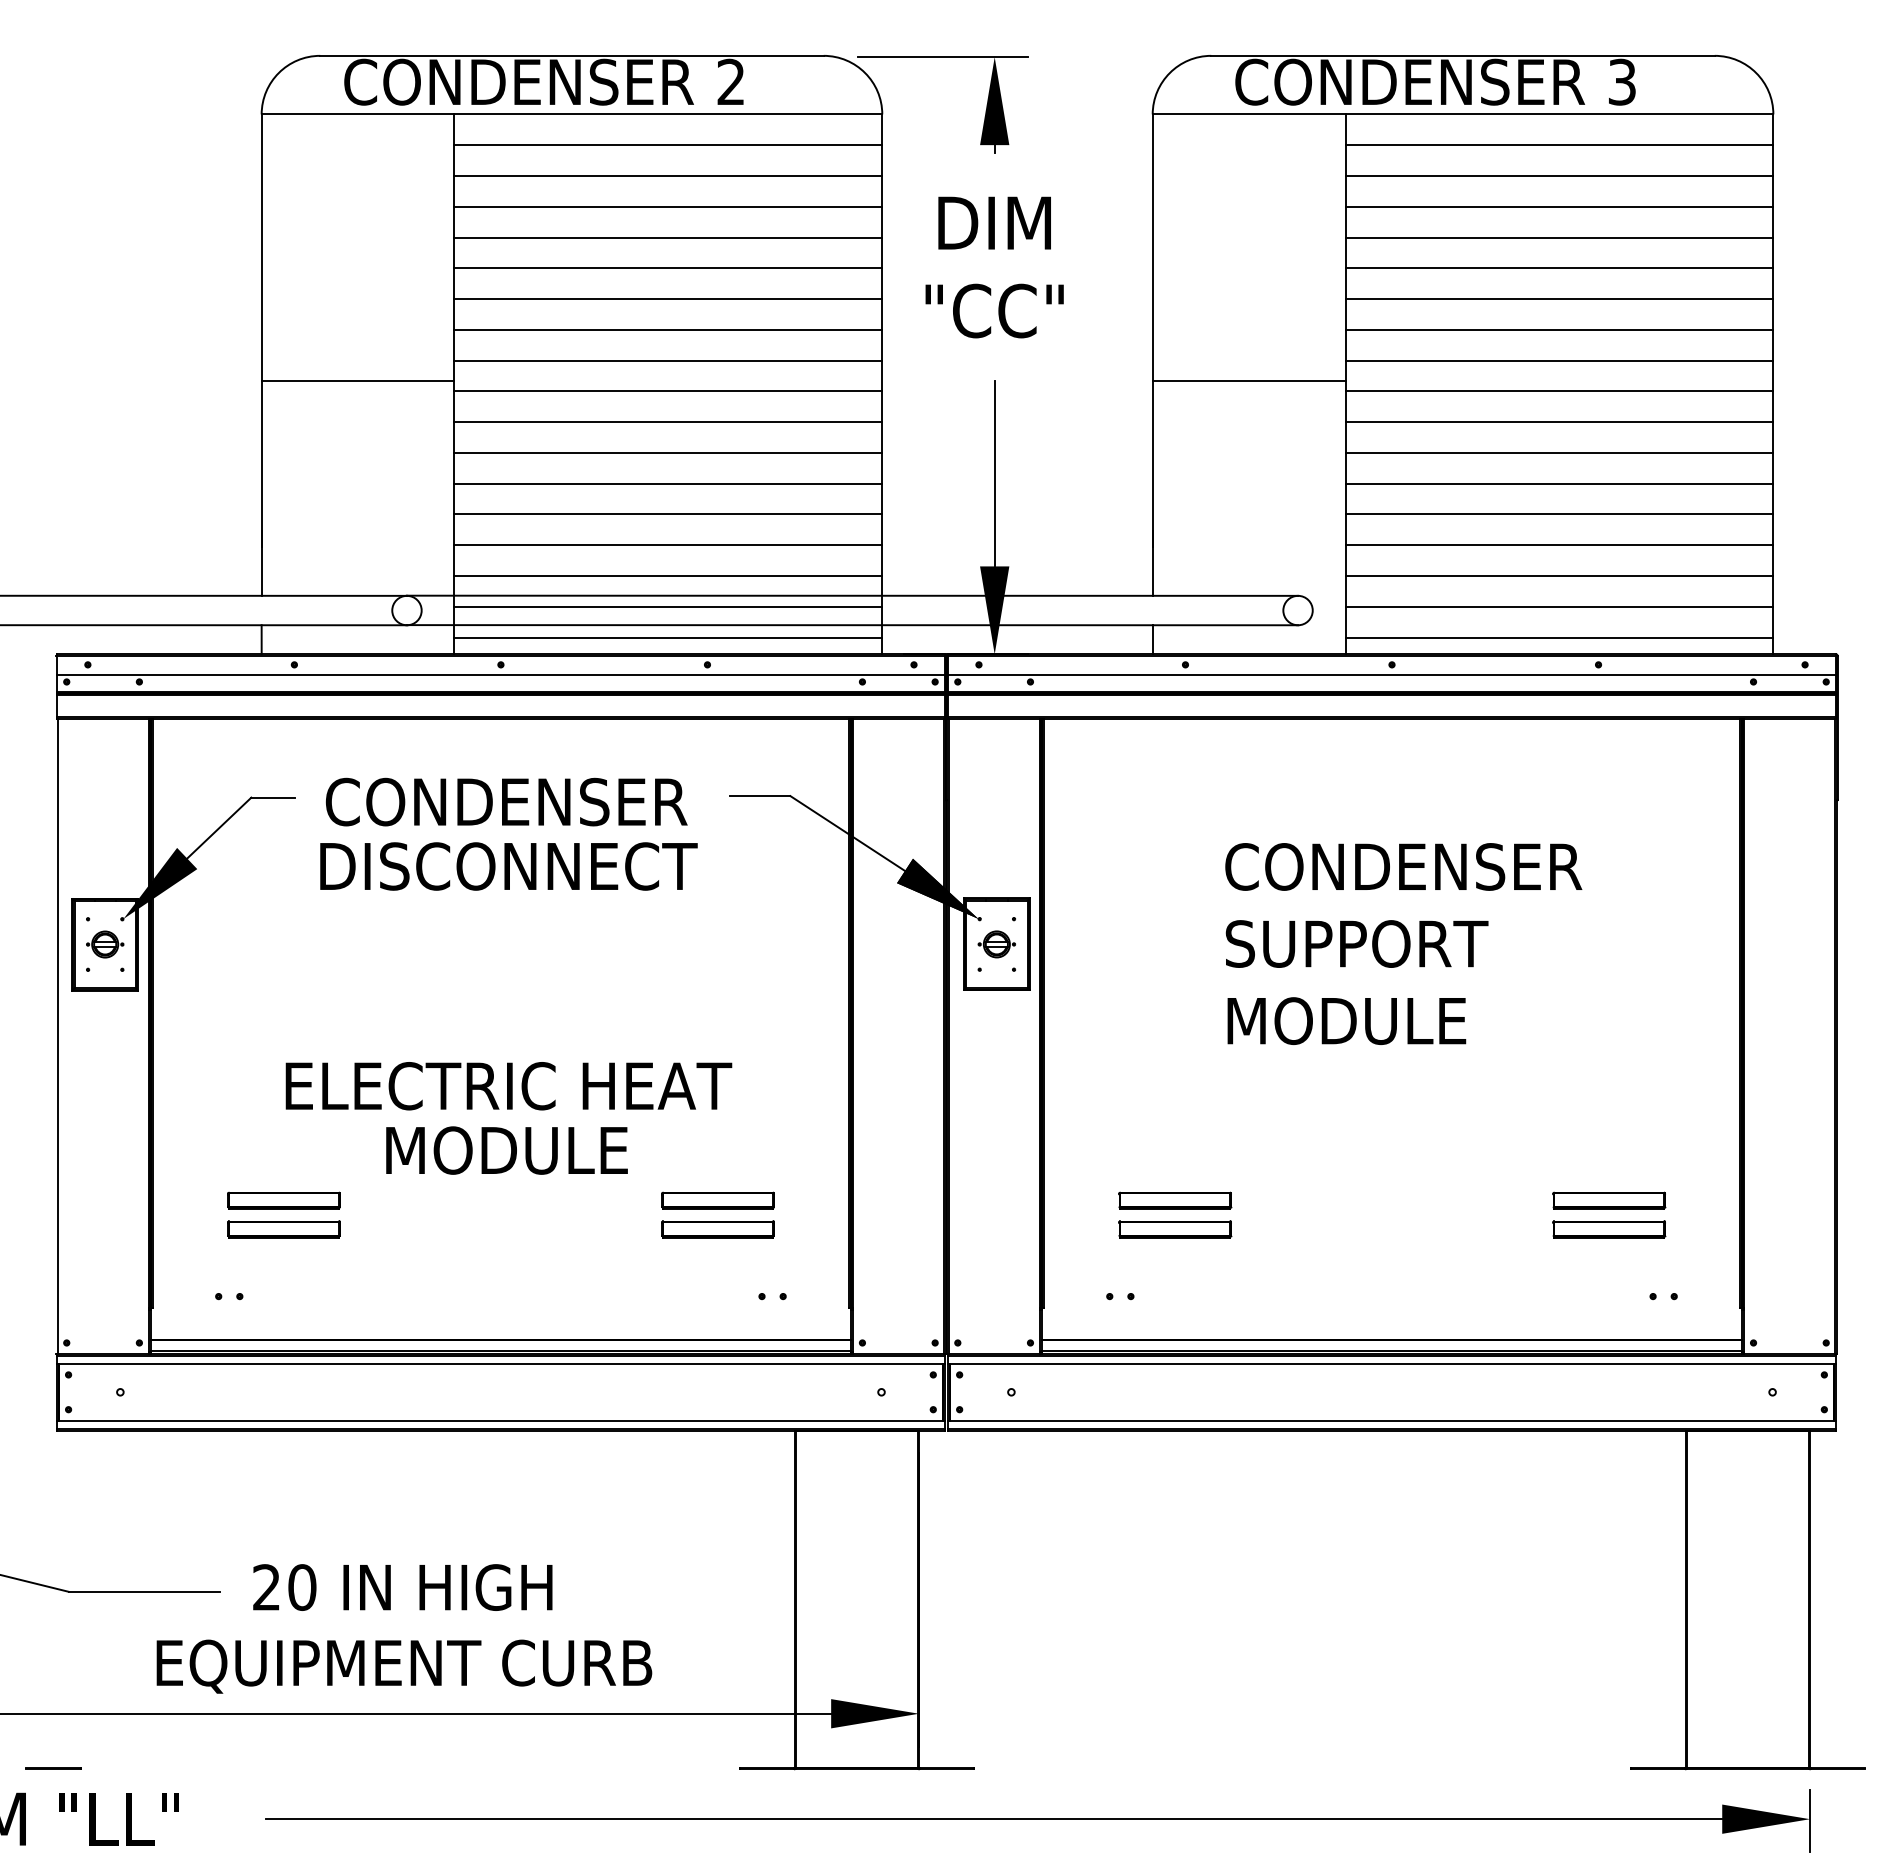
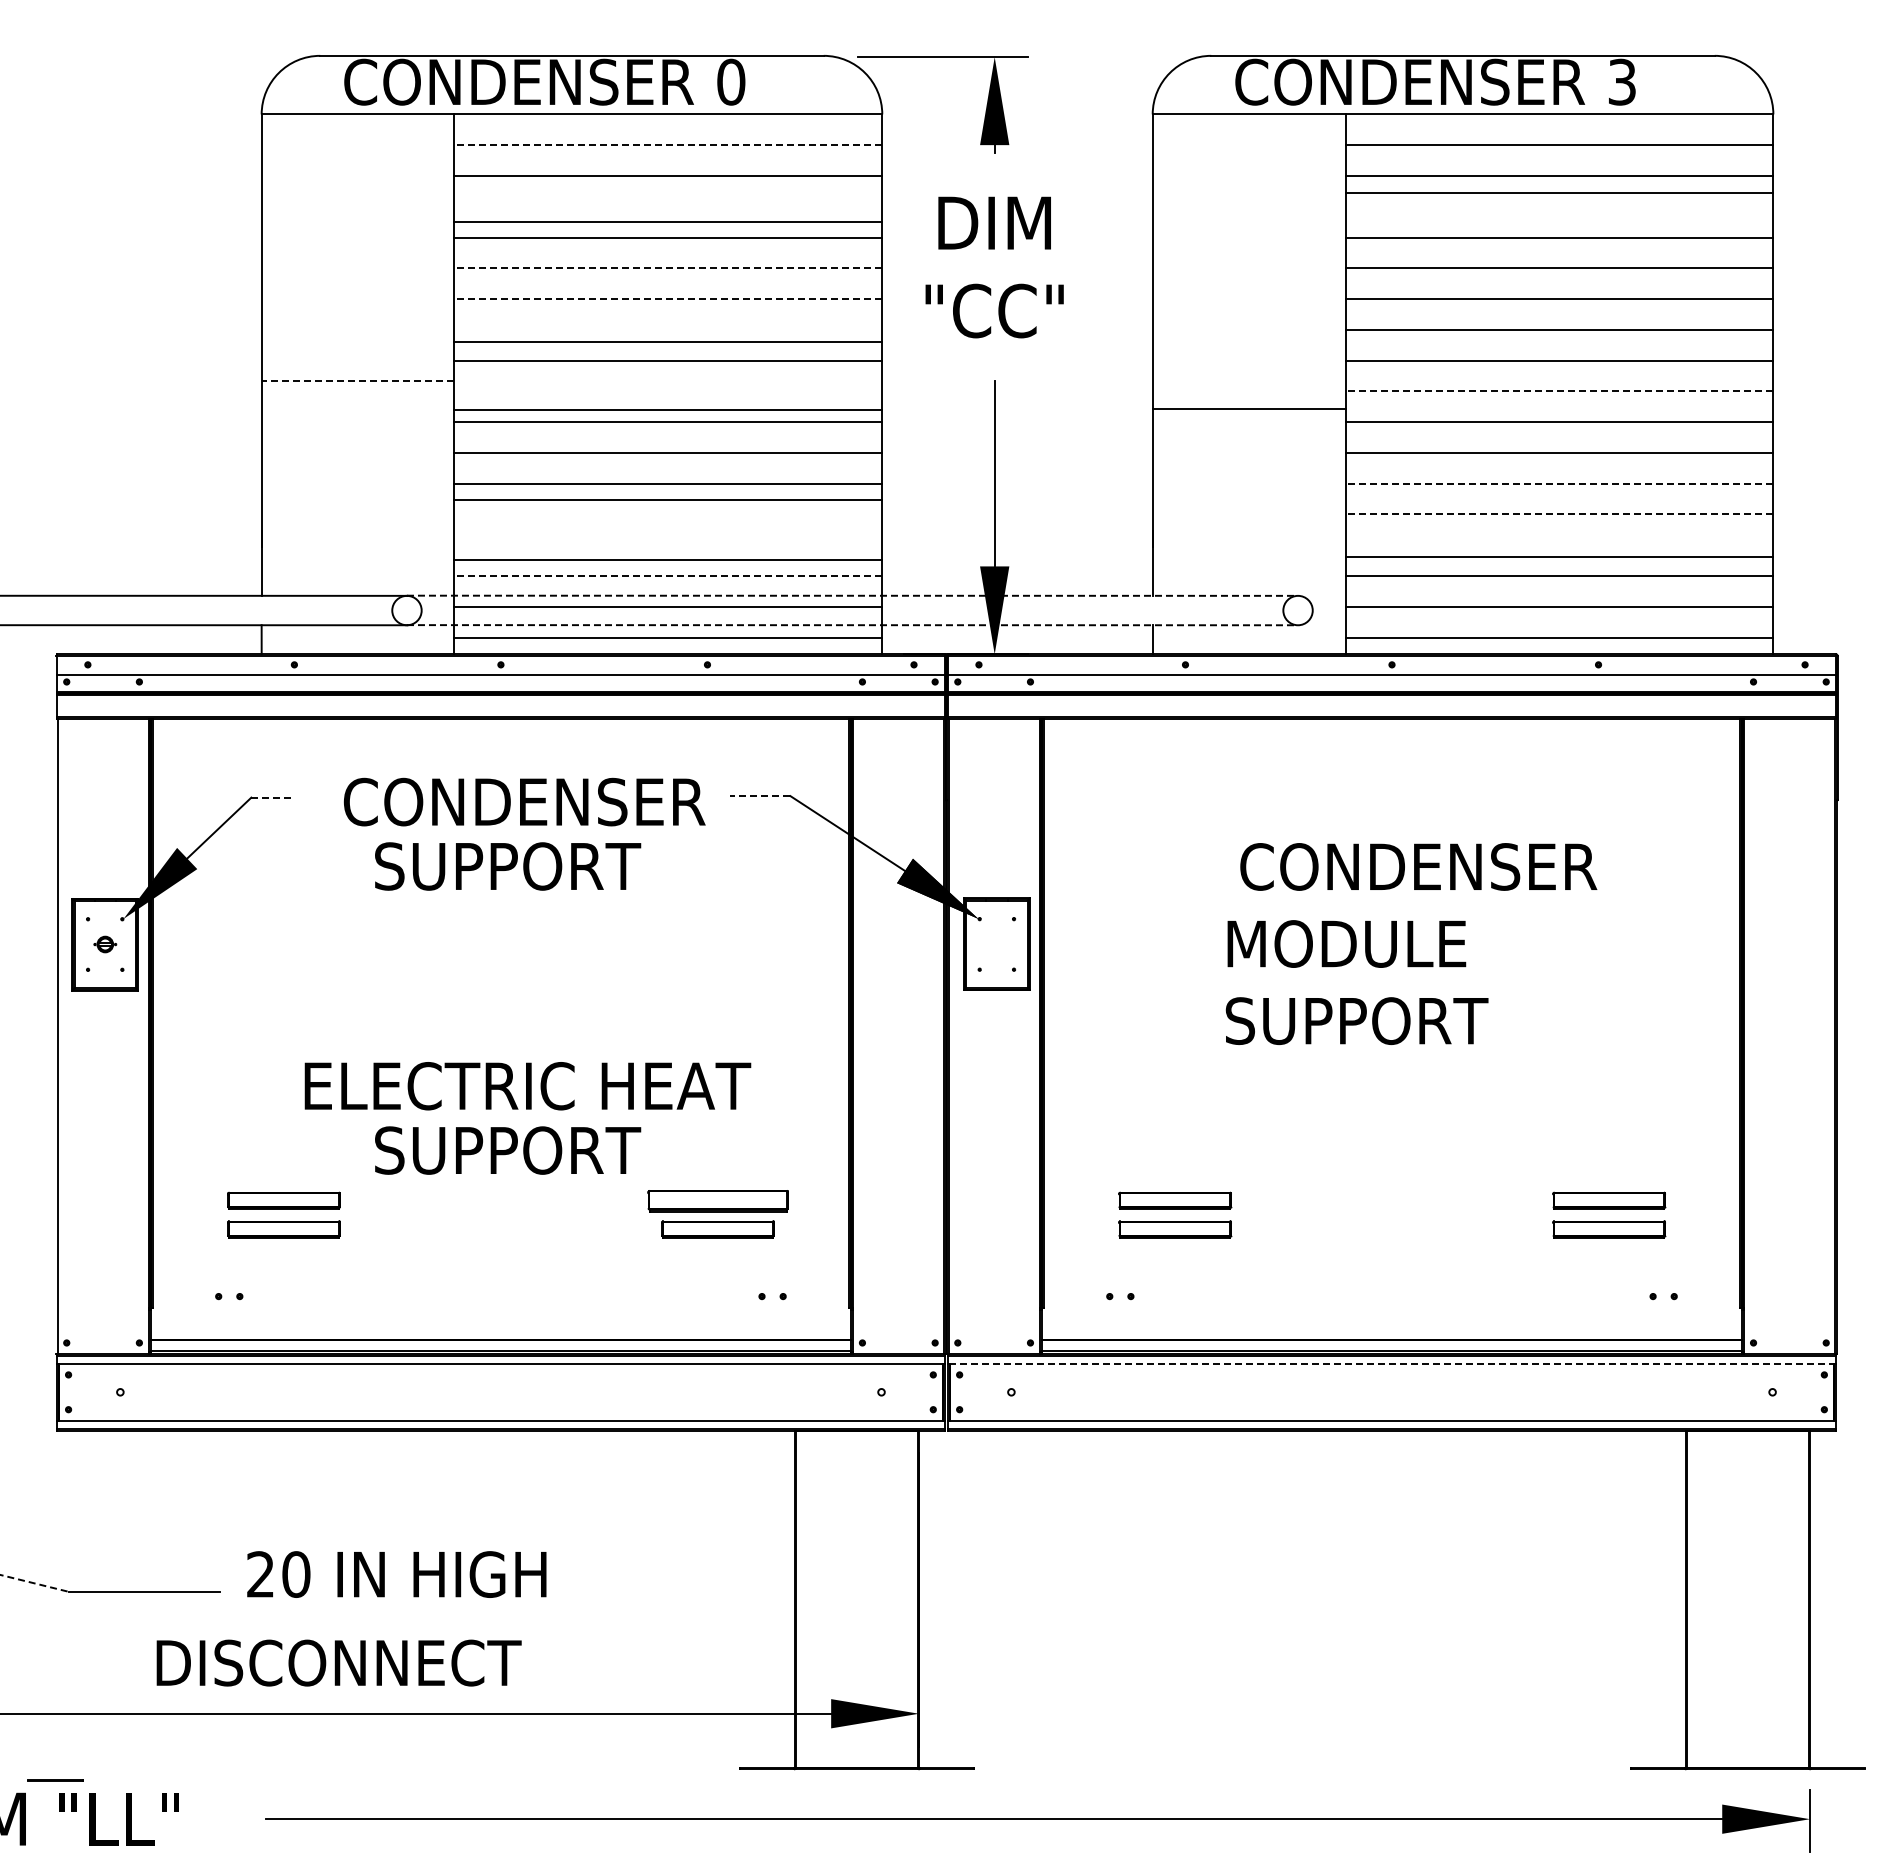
text at (731, 81): 2 -> 0
line at (668, 145): solid -> dashed
line at (668, 206) position: (668, 206) -> (668, 221)
line at (1559, 206) position: (1559, 206) -> (1559, 192)
line at (668, 268): solid -> dashed
line at (668, 299): solid -> dashed
line at (668, 329) position: (668, 329) -> (668, 341)
line at (357, 381): solid -> dashed
line at (1248, 381) position: (1248, 381) -> (1248, 409)
line at (668, 391) position: (668, 391) -> (668, 410)
line at (1559, 391): solid -> dashed
line at (1559, 483): solid -> dashed
line at (668, 514) position: (668, 514) -> (668, 500)
line at (1559, 514): solid -> dashed
line at (668, 545) position: (668, 545) -> (668, 560)
line at (1559, 545) position: (1559, 545) -> (1559, 557)
line at (668, 576): solid -> dashed
line at (852, 595): solid -> dashed
line at (852, 625): solid -> dashed
line at (760, 796): solid -> dashed
line at (273, 797): solid -> dashed
text at (506, 801) position: (506, 801) -> (524, 801)
text at (508, 866): DISCONNECT -> SUPPORT
text at (1403, 866) position: (1403, 866) -> (1418, 866)
text at (1356, 943): SUPPORT -> MODULE
part at (105, 944) size: 39x29 px -> 25x19 px
part at (996, 944): present -> none
text at (1356, 1021): MODULE -> SUPPORT
text at (508, 1086) position: (508, 1086) -> (527, 1086)
text at (508, 1150): MODULE -> SUPPORT
part at (717, 1200) size: 114x19 px -> 142x23 px
line at (1392, 1364): solid -> dashed
line at (34, 1583): solid -> dashed
text at (402, 1587) position: (402, 1587) -> (396, 1574)
text at (407, 1666): EQUIPMENT CURB -> DISCONNECT
line at (53, 1768) position: (53, 1768) -> (55, 1780)
